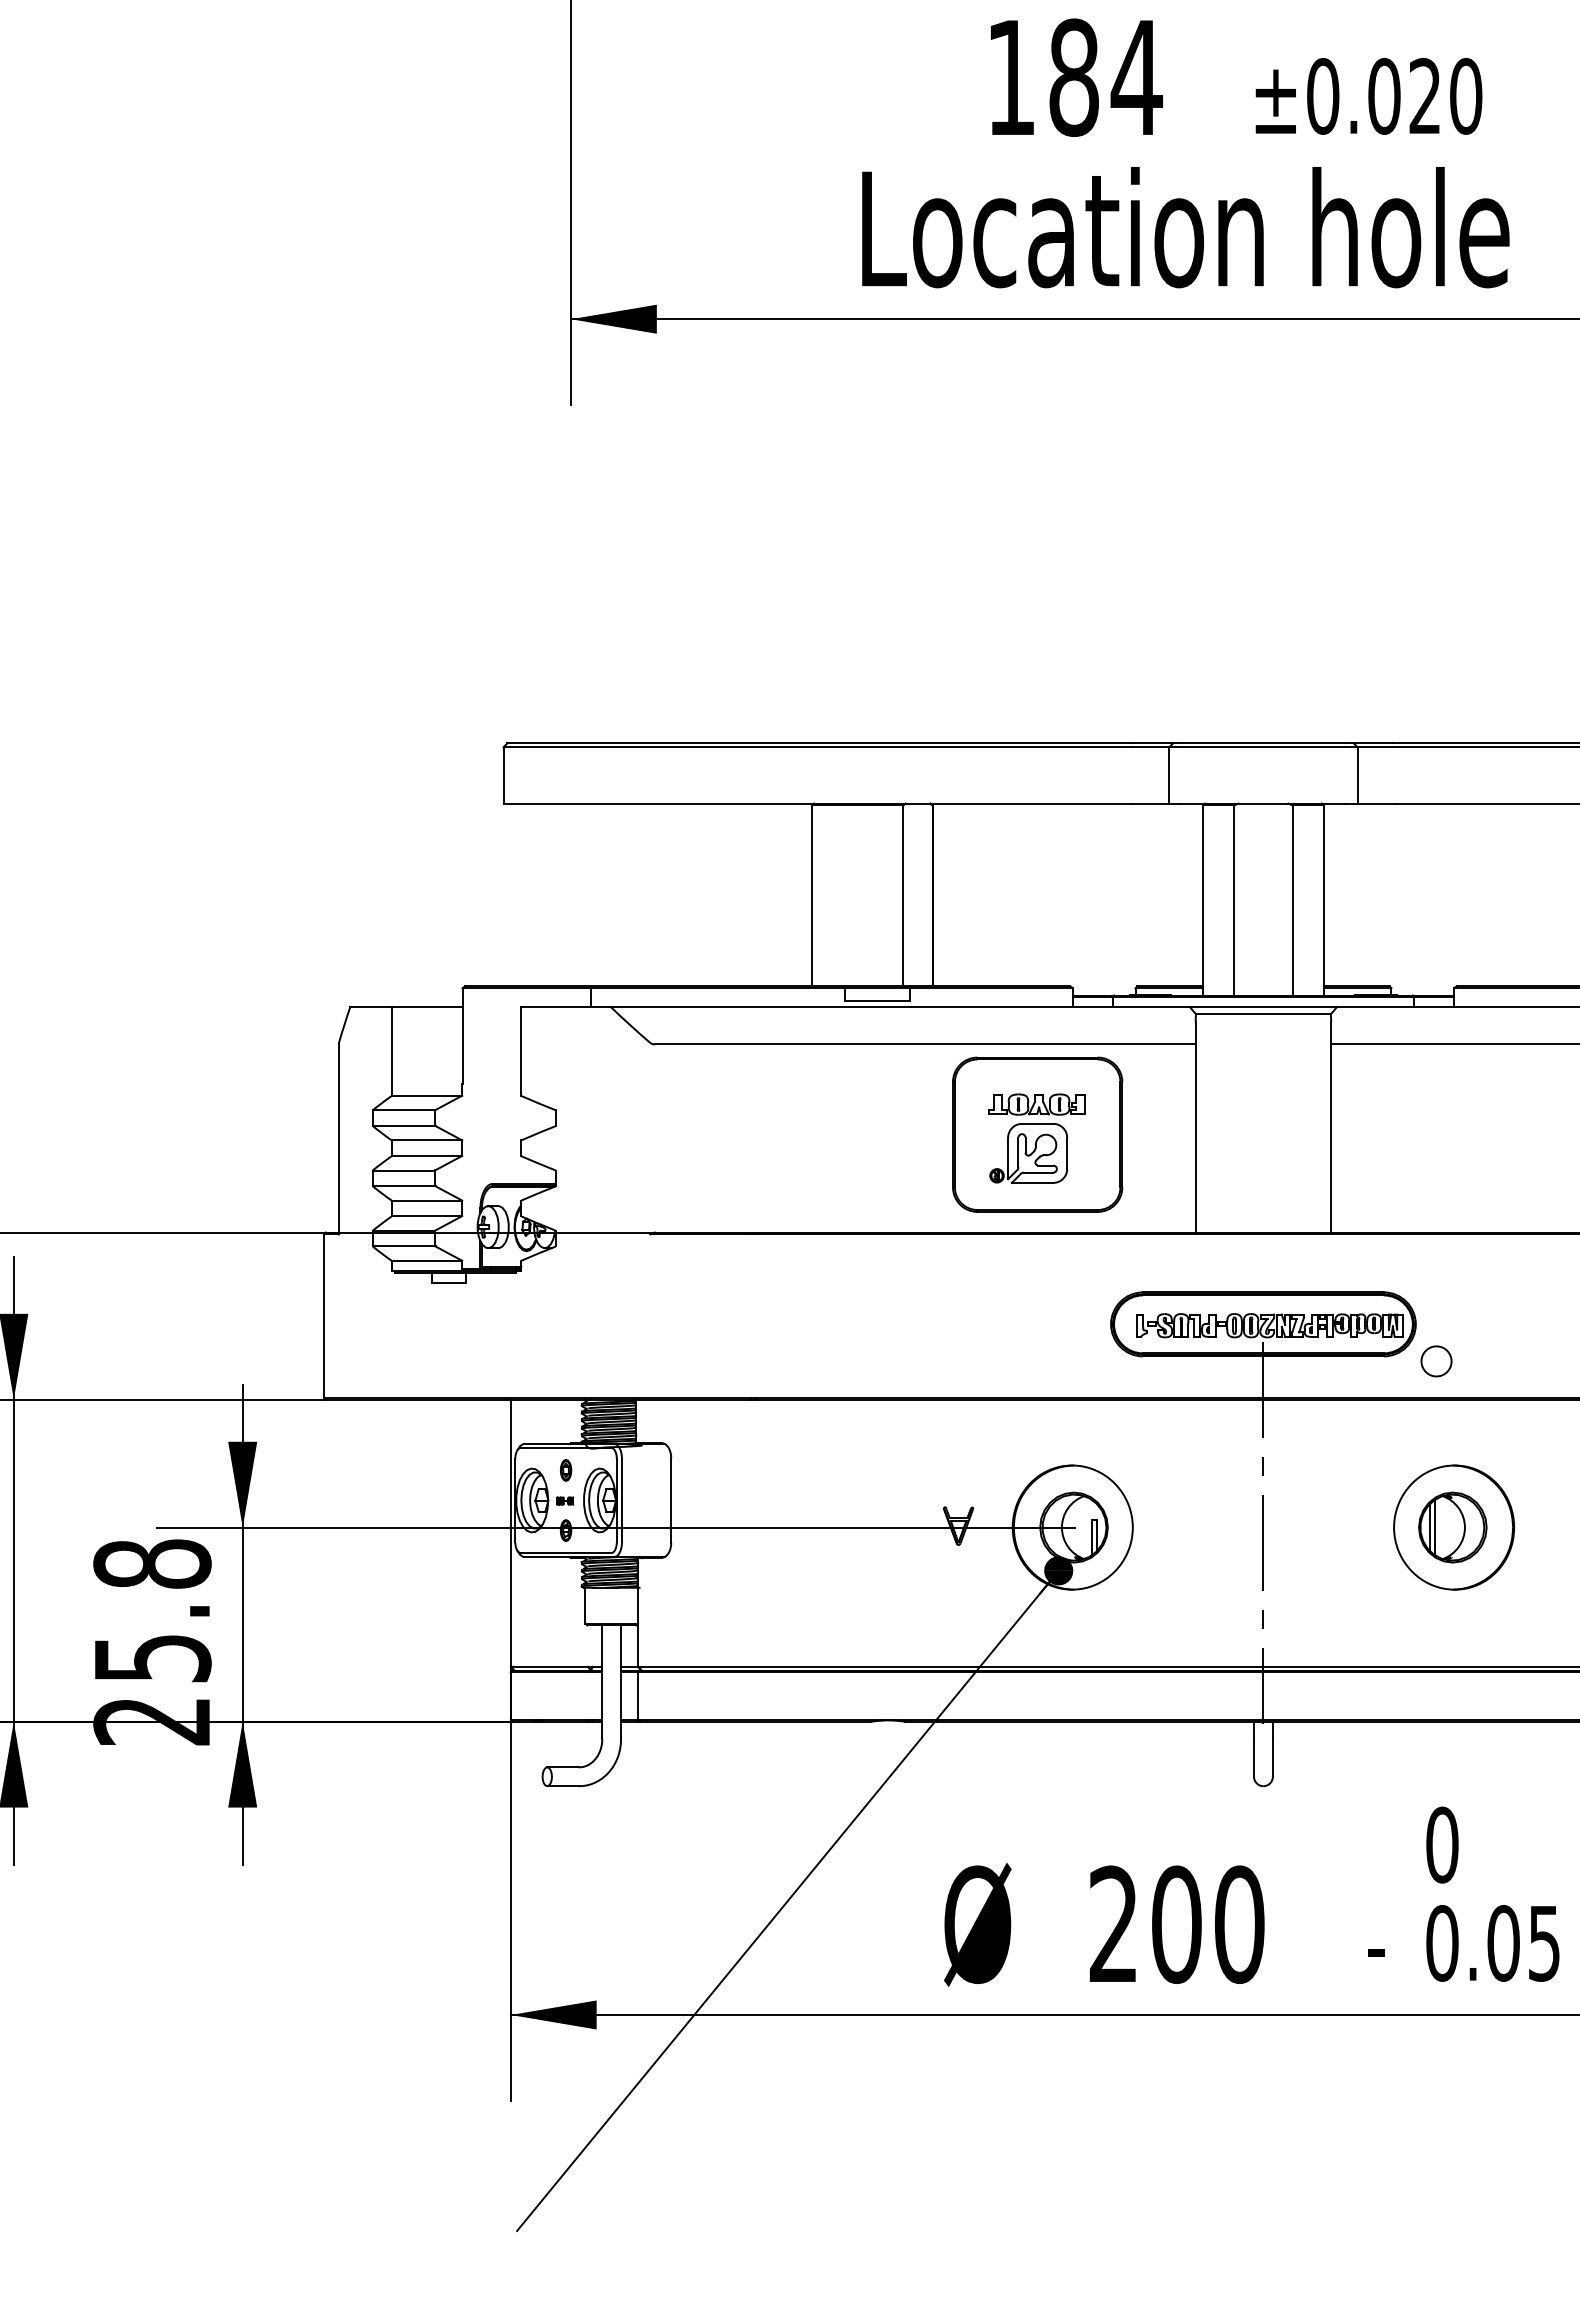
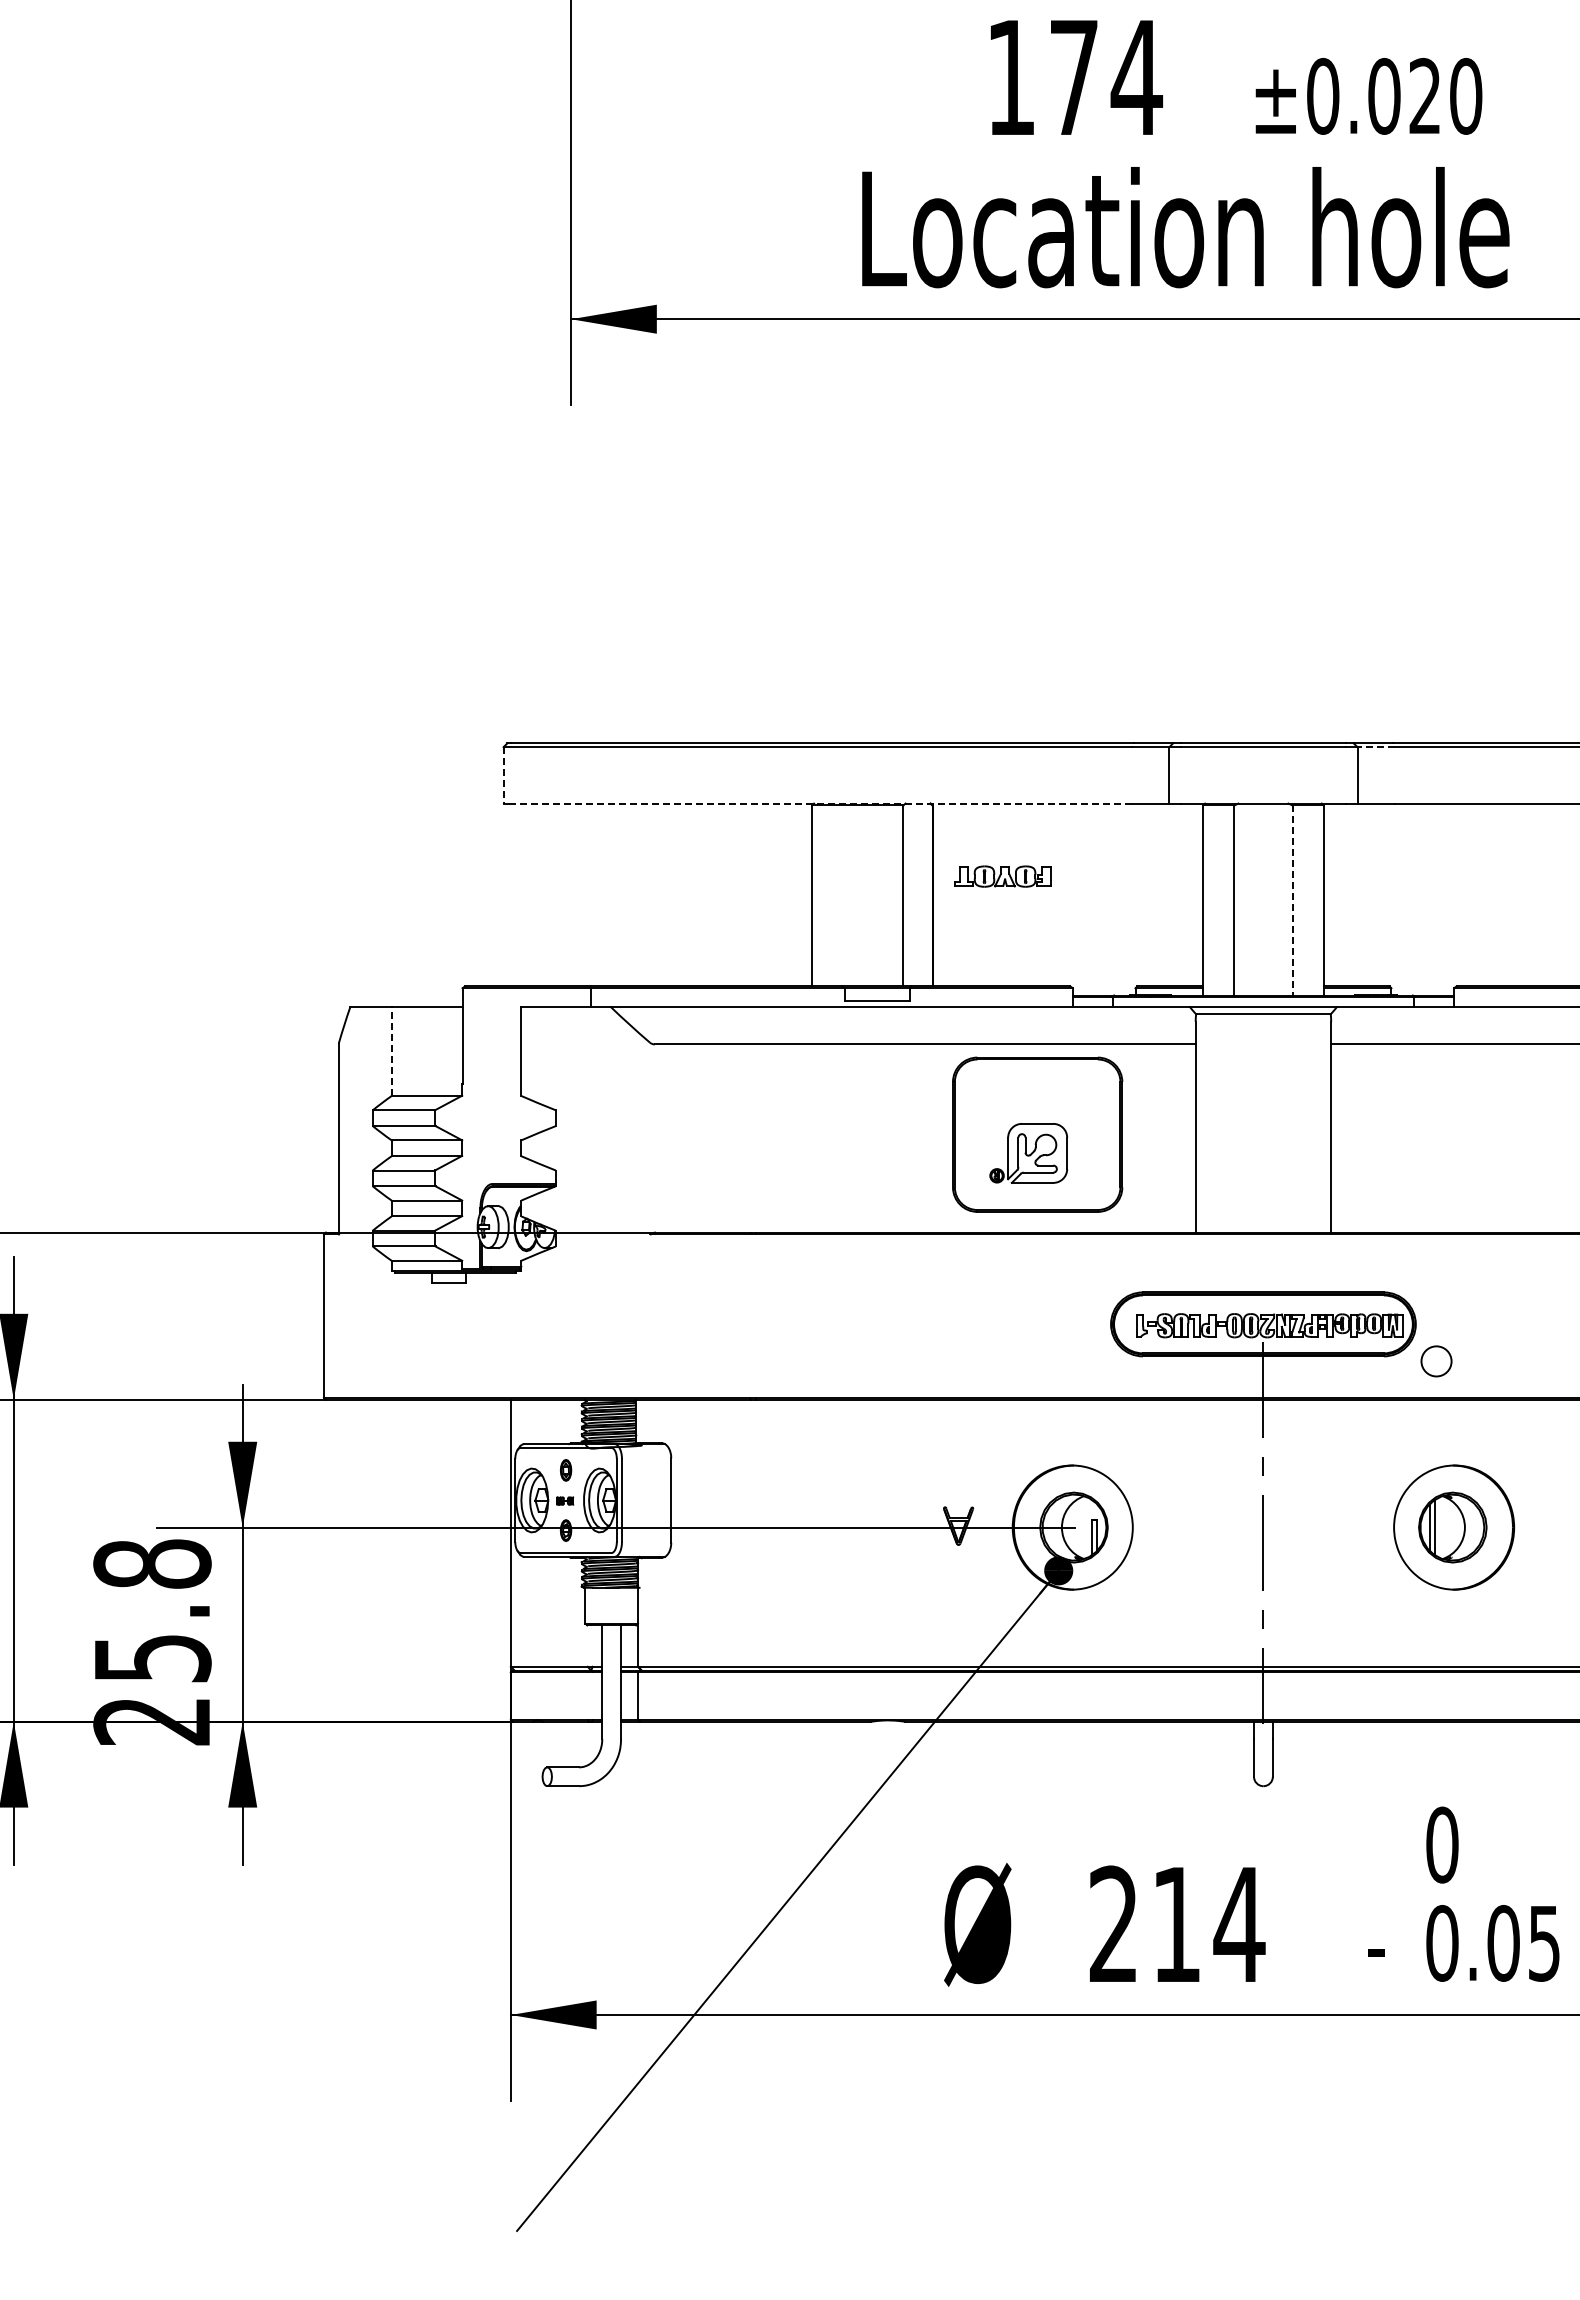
text at (1073, 77): 184 -> 174
line at (1376, 747): solid -> dashed
line at (503, 775): solid -> dashed
line at (821, 803): solid -> dashed
line at (1292, 901): solid -> dashed
line at (391, 1051): solid -> dashed
part at (1036, 1104) position: (1036, 1104) -> (1002, 876)
text at (1208, 1924): 200 -> 214
